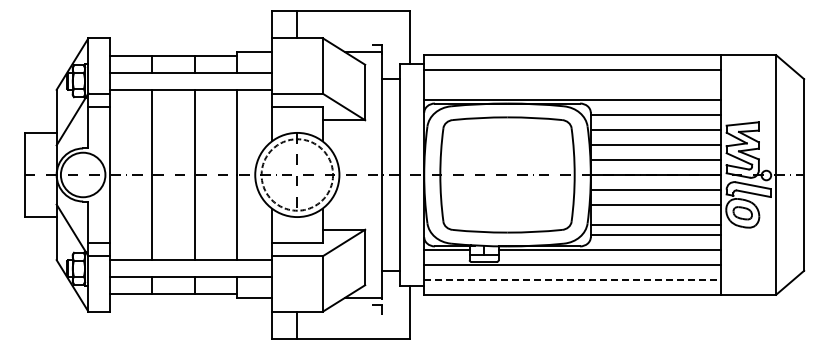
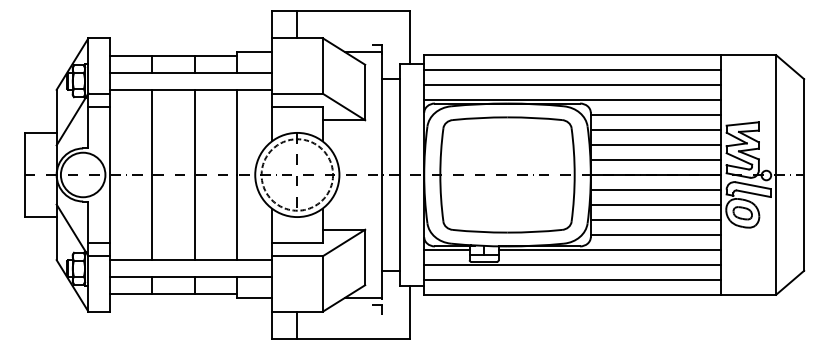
line at (572, 85): none -> present
line at (655, 224) position: (655, 224) -> (655, 219)
line at (573, 279): dashed -> solid
